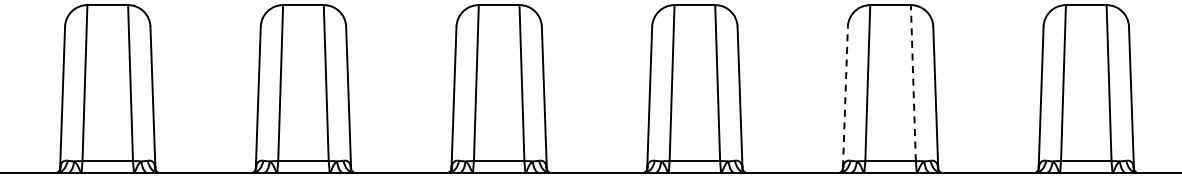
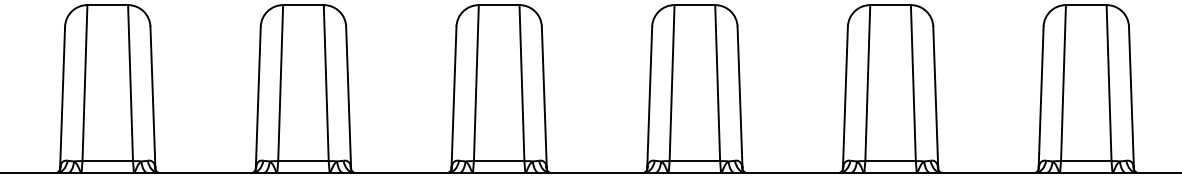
line at (913, 82): dashed -> solid
line at (845, 96): dashed -> solid
